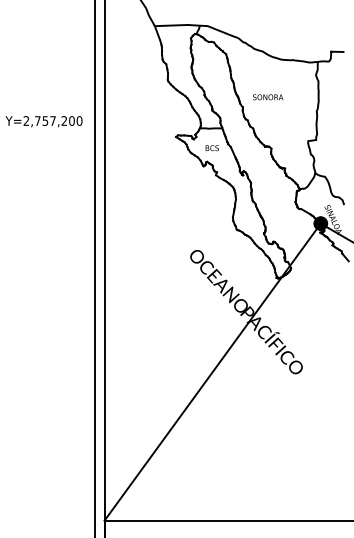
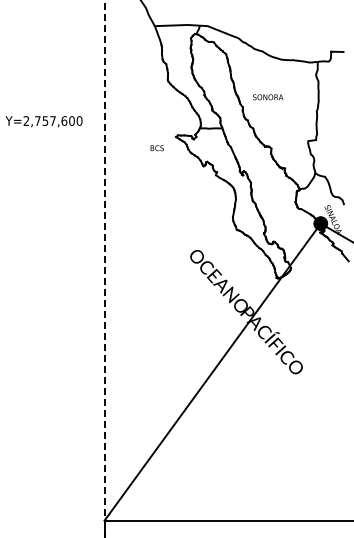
text at (64, 120): Y=2,757,200 -> Y=2,757,600
text at (211, 148) position: (211, 148) -> (156, 148)
line at (95, 268): present -> none
line at (104, 268): solid -> dashed
